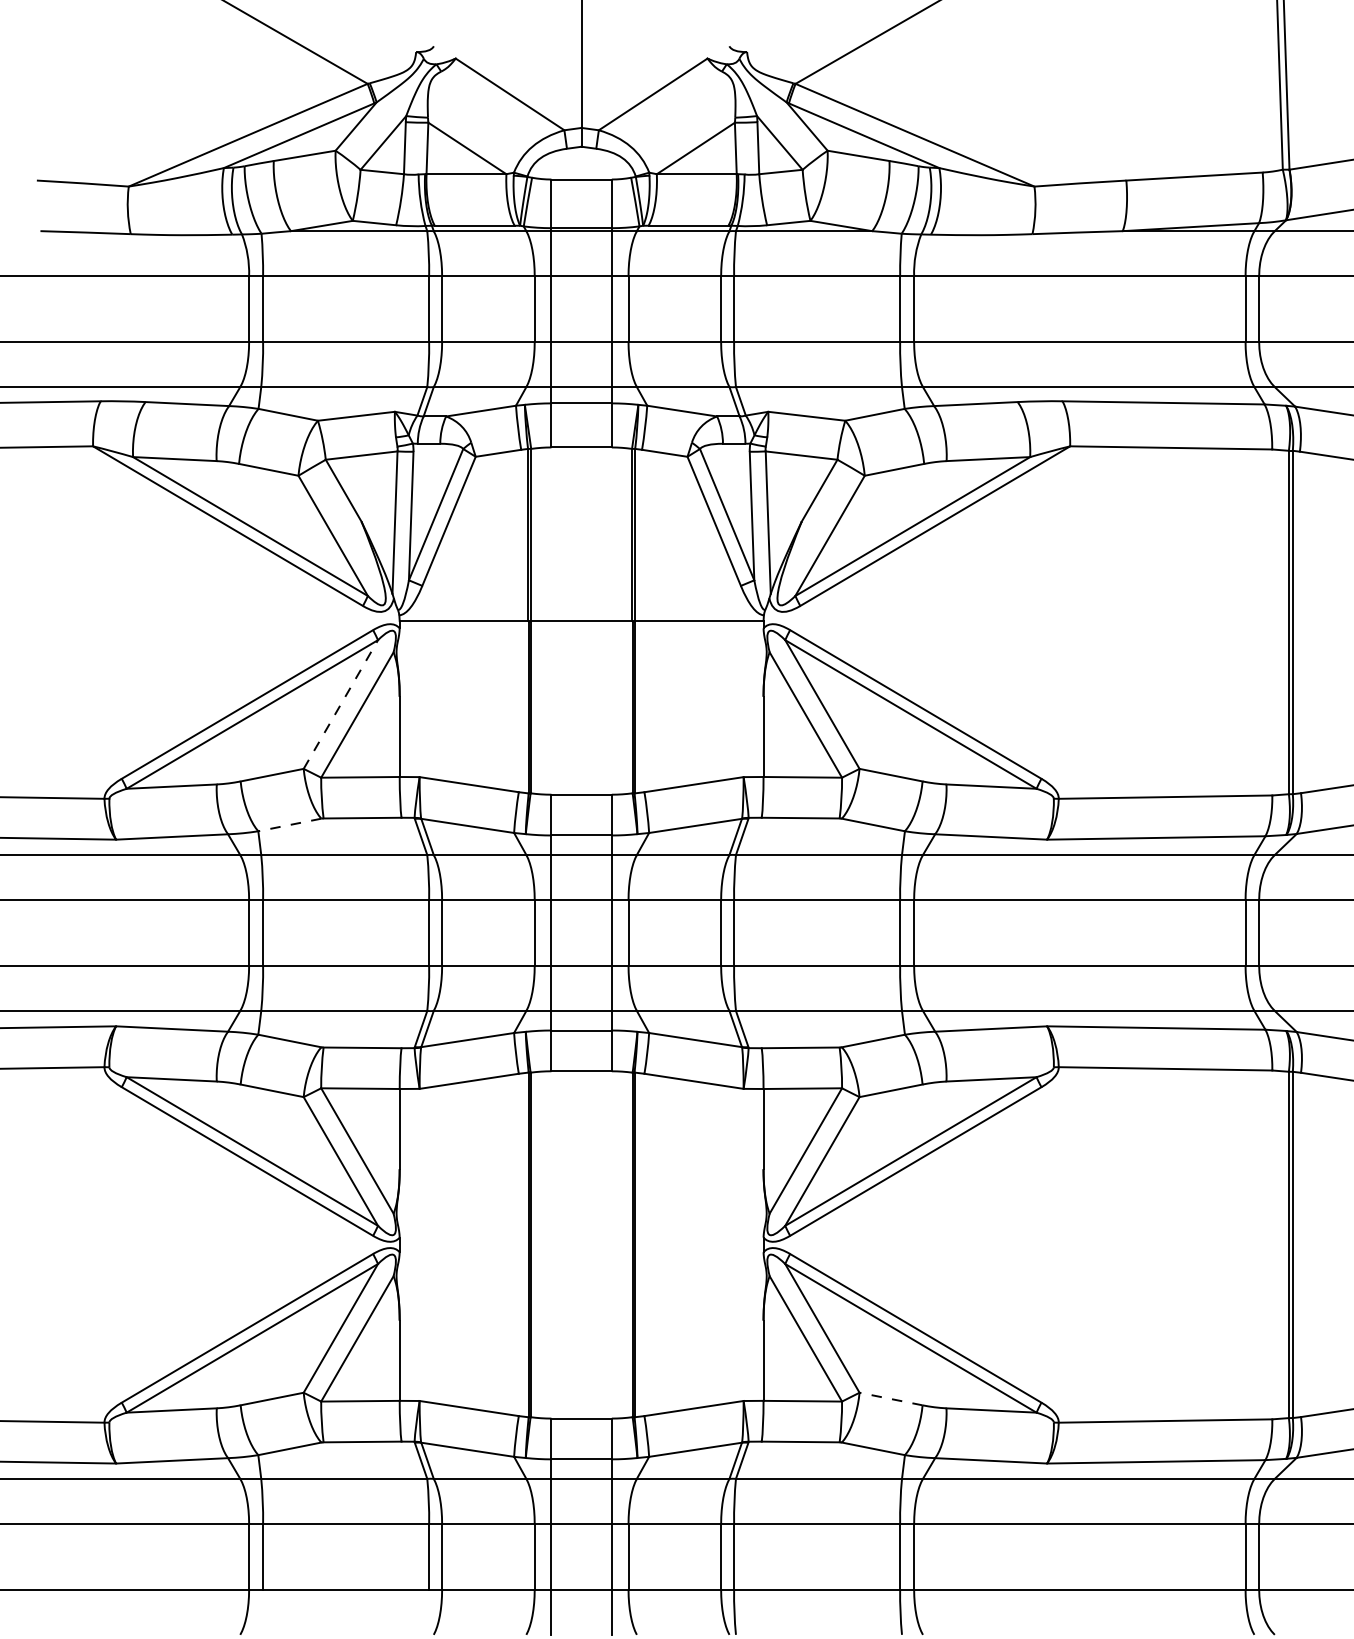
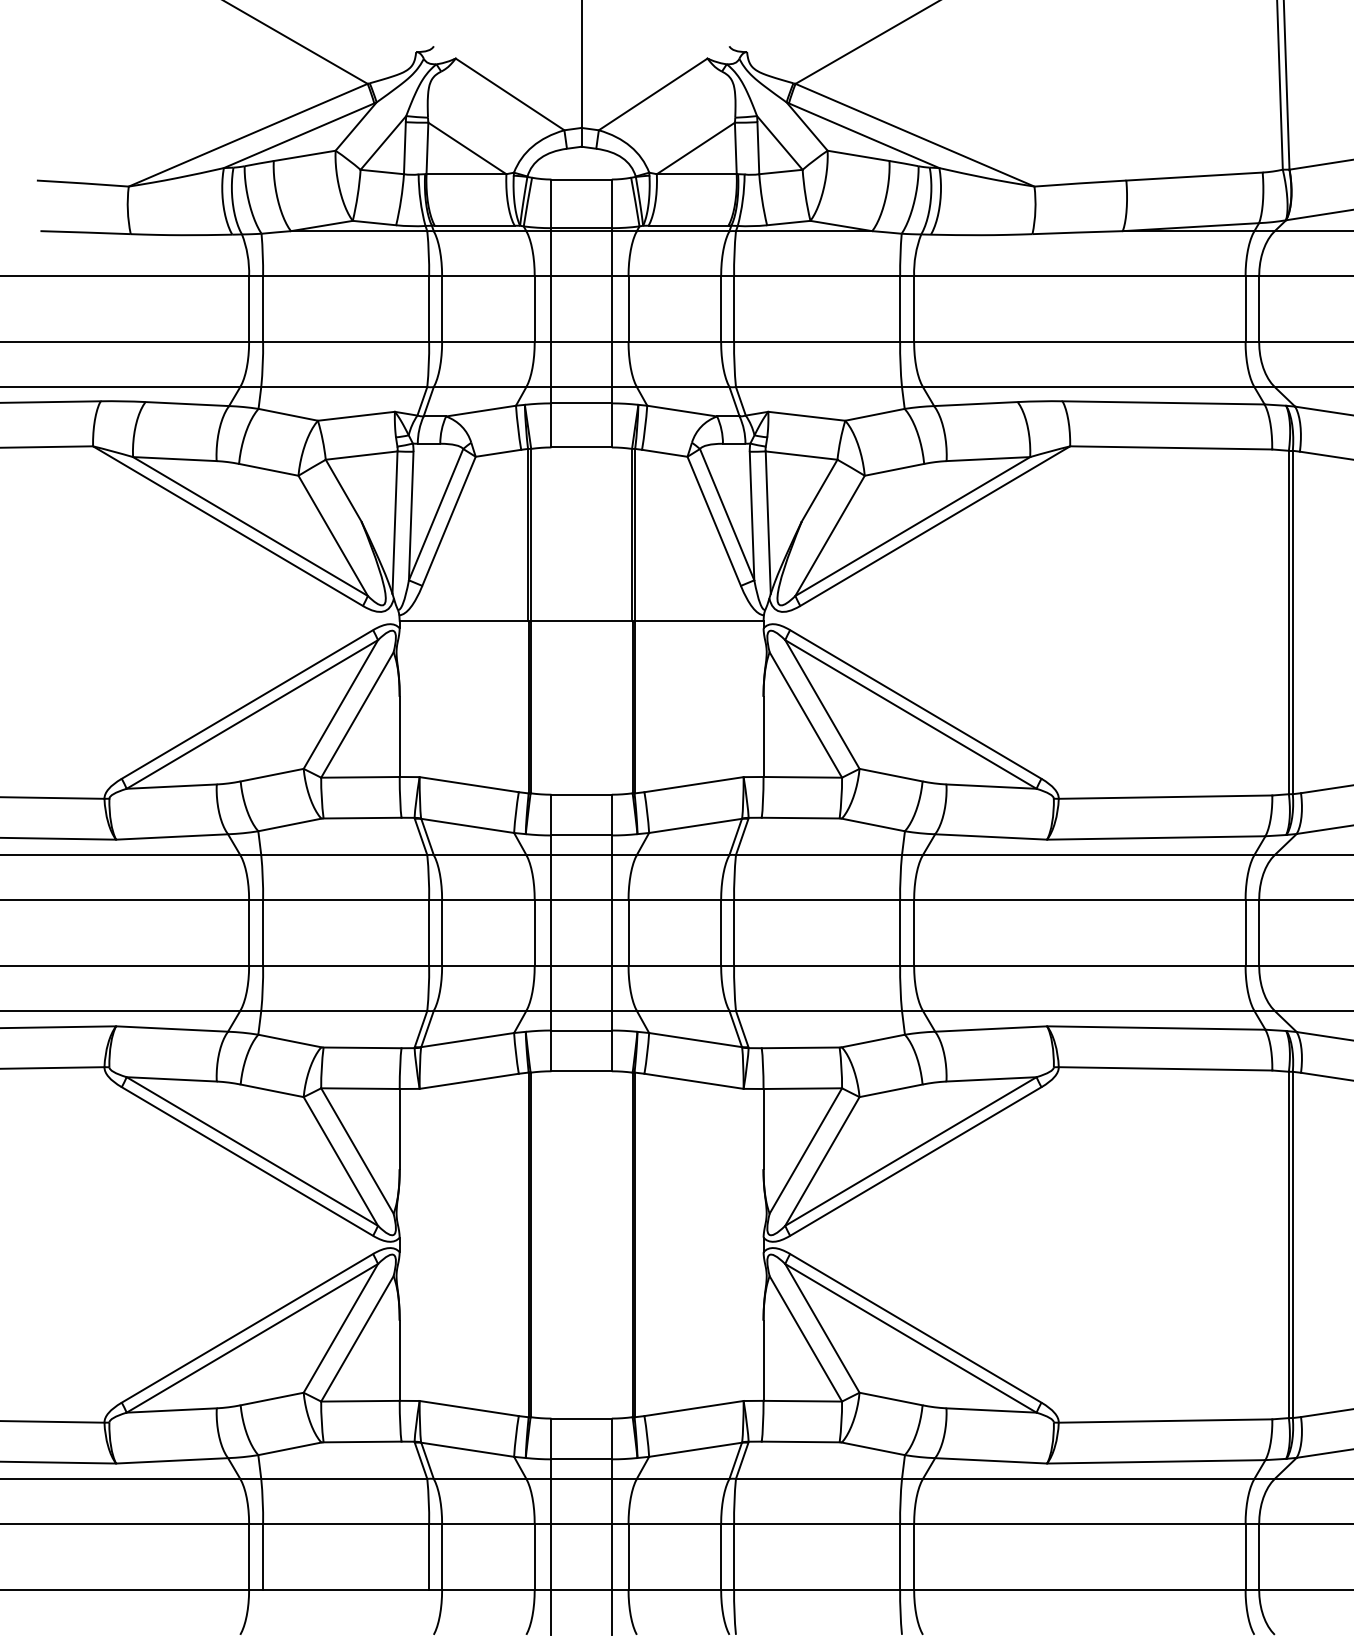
line at (341, 704): dashed -> solid
line at (289, 825): dashed -> solid
line at (890, 1398): dashed -> solid
